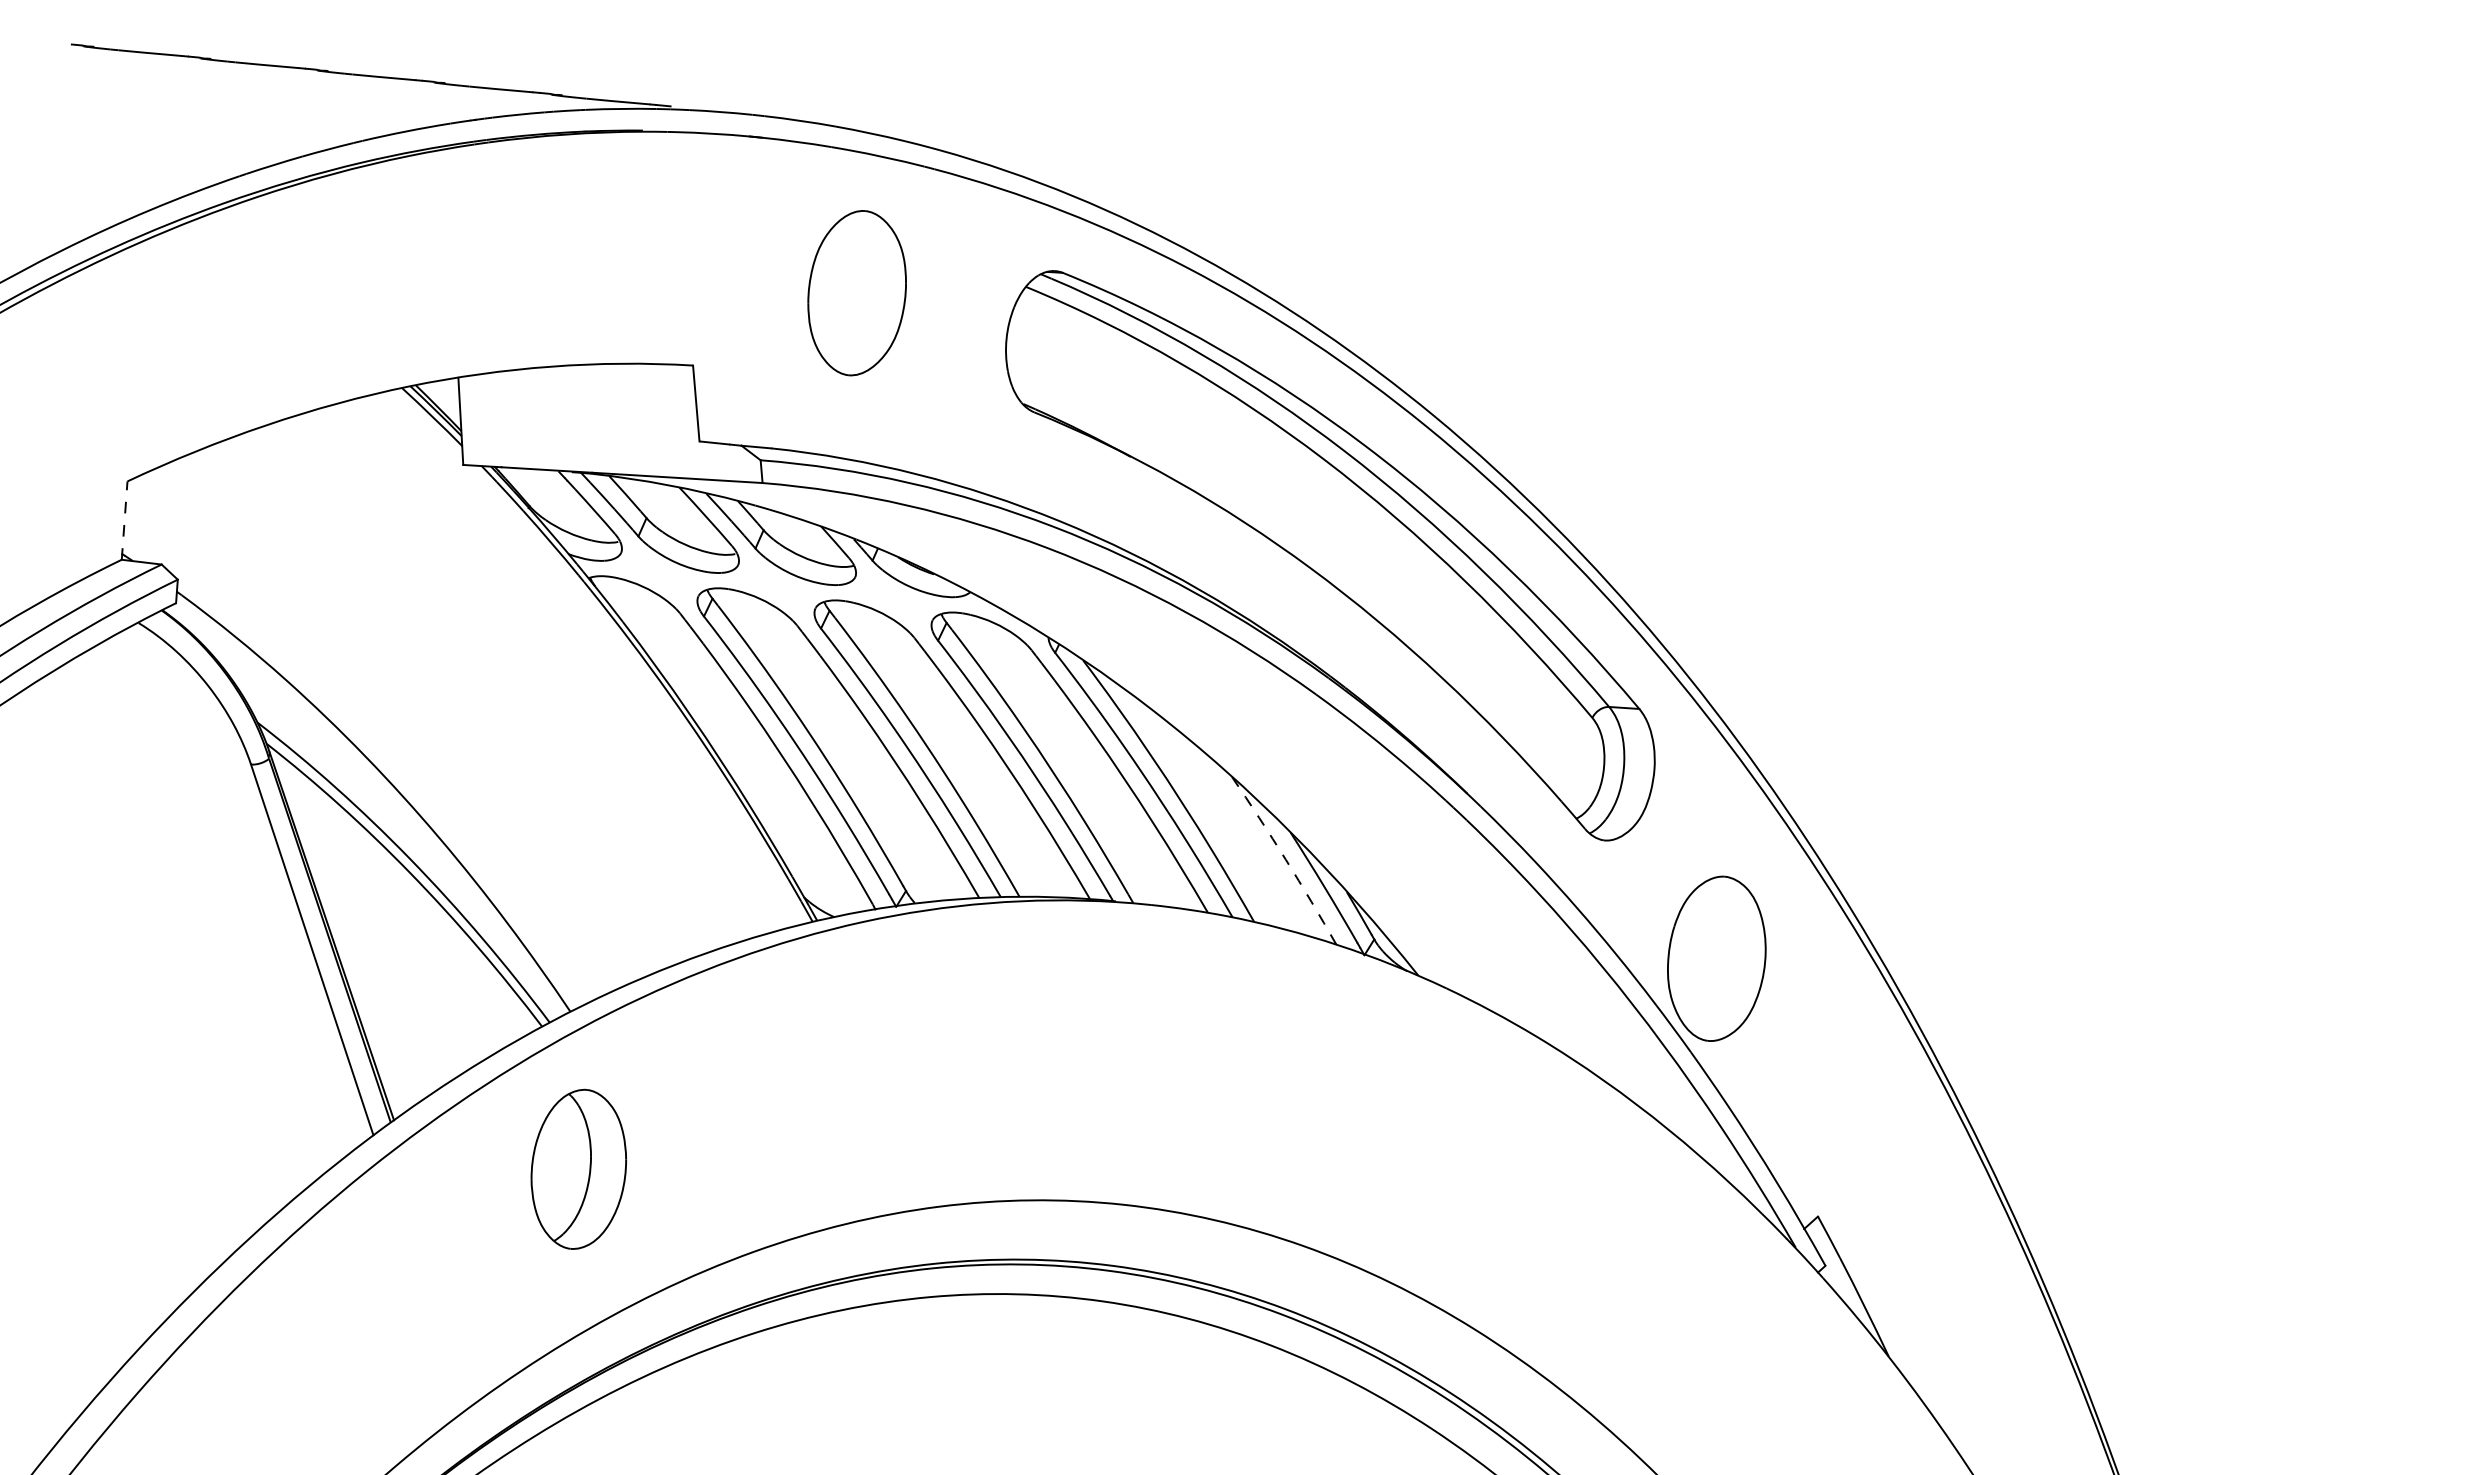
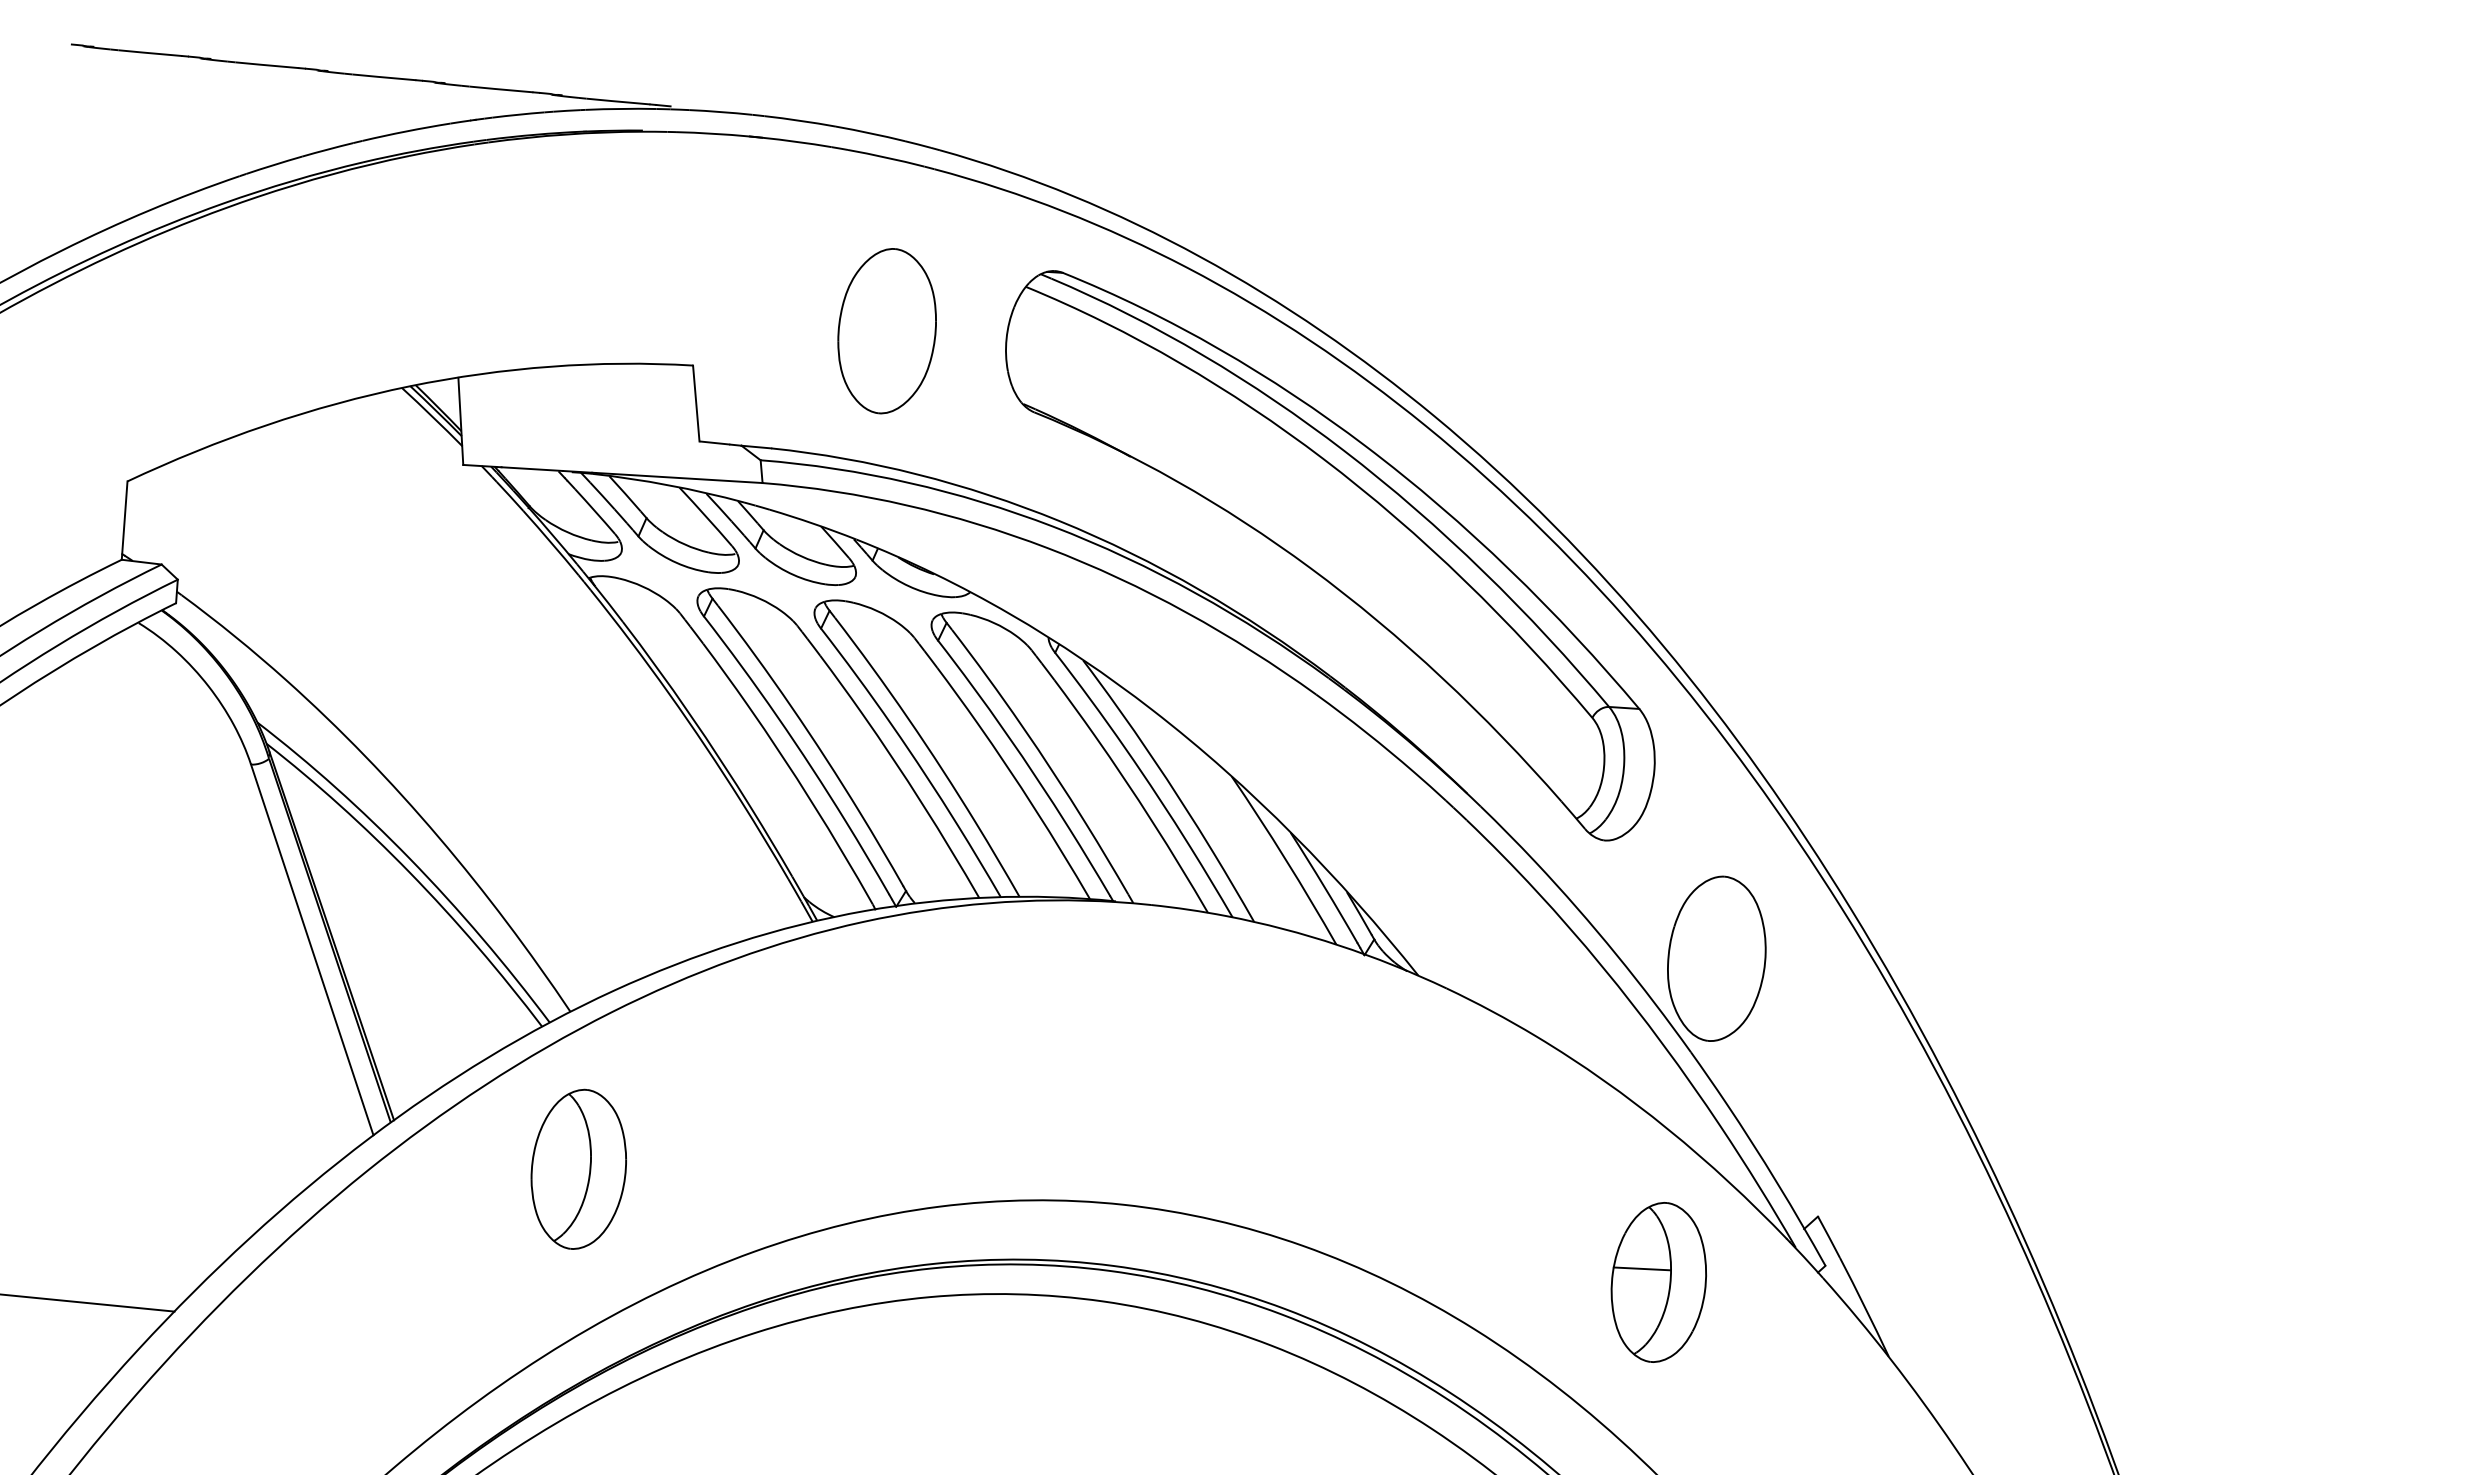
part at (856, 293) position: (856, 293) -> (886, 331)
line at (124, 520): dashed -> solid
arc at (1285, 859): dashed -> solid
part at (1658, 1282): none -> present
line at (88, 1302): none -> present
